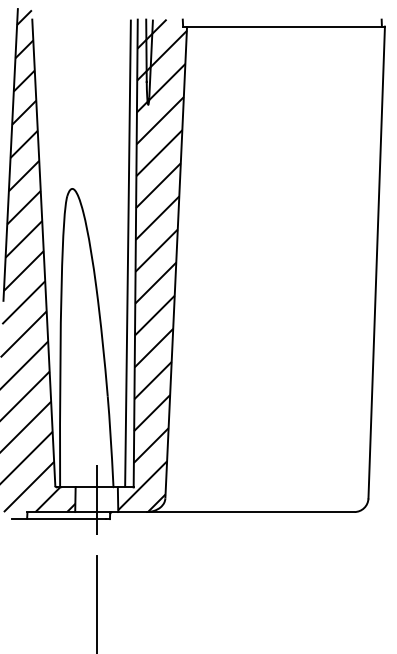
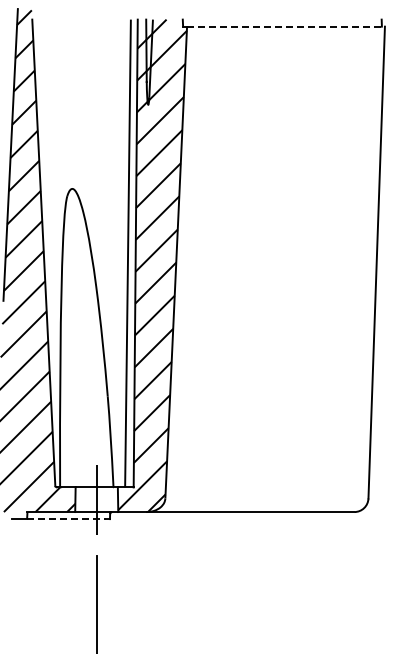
line at (286, 26): solid -> dashed
line at (66, 519): solid -> dashed
